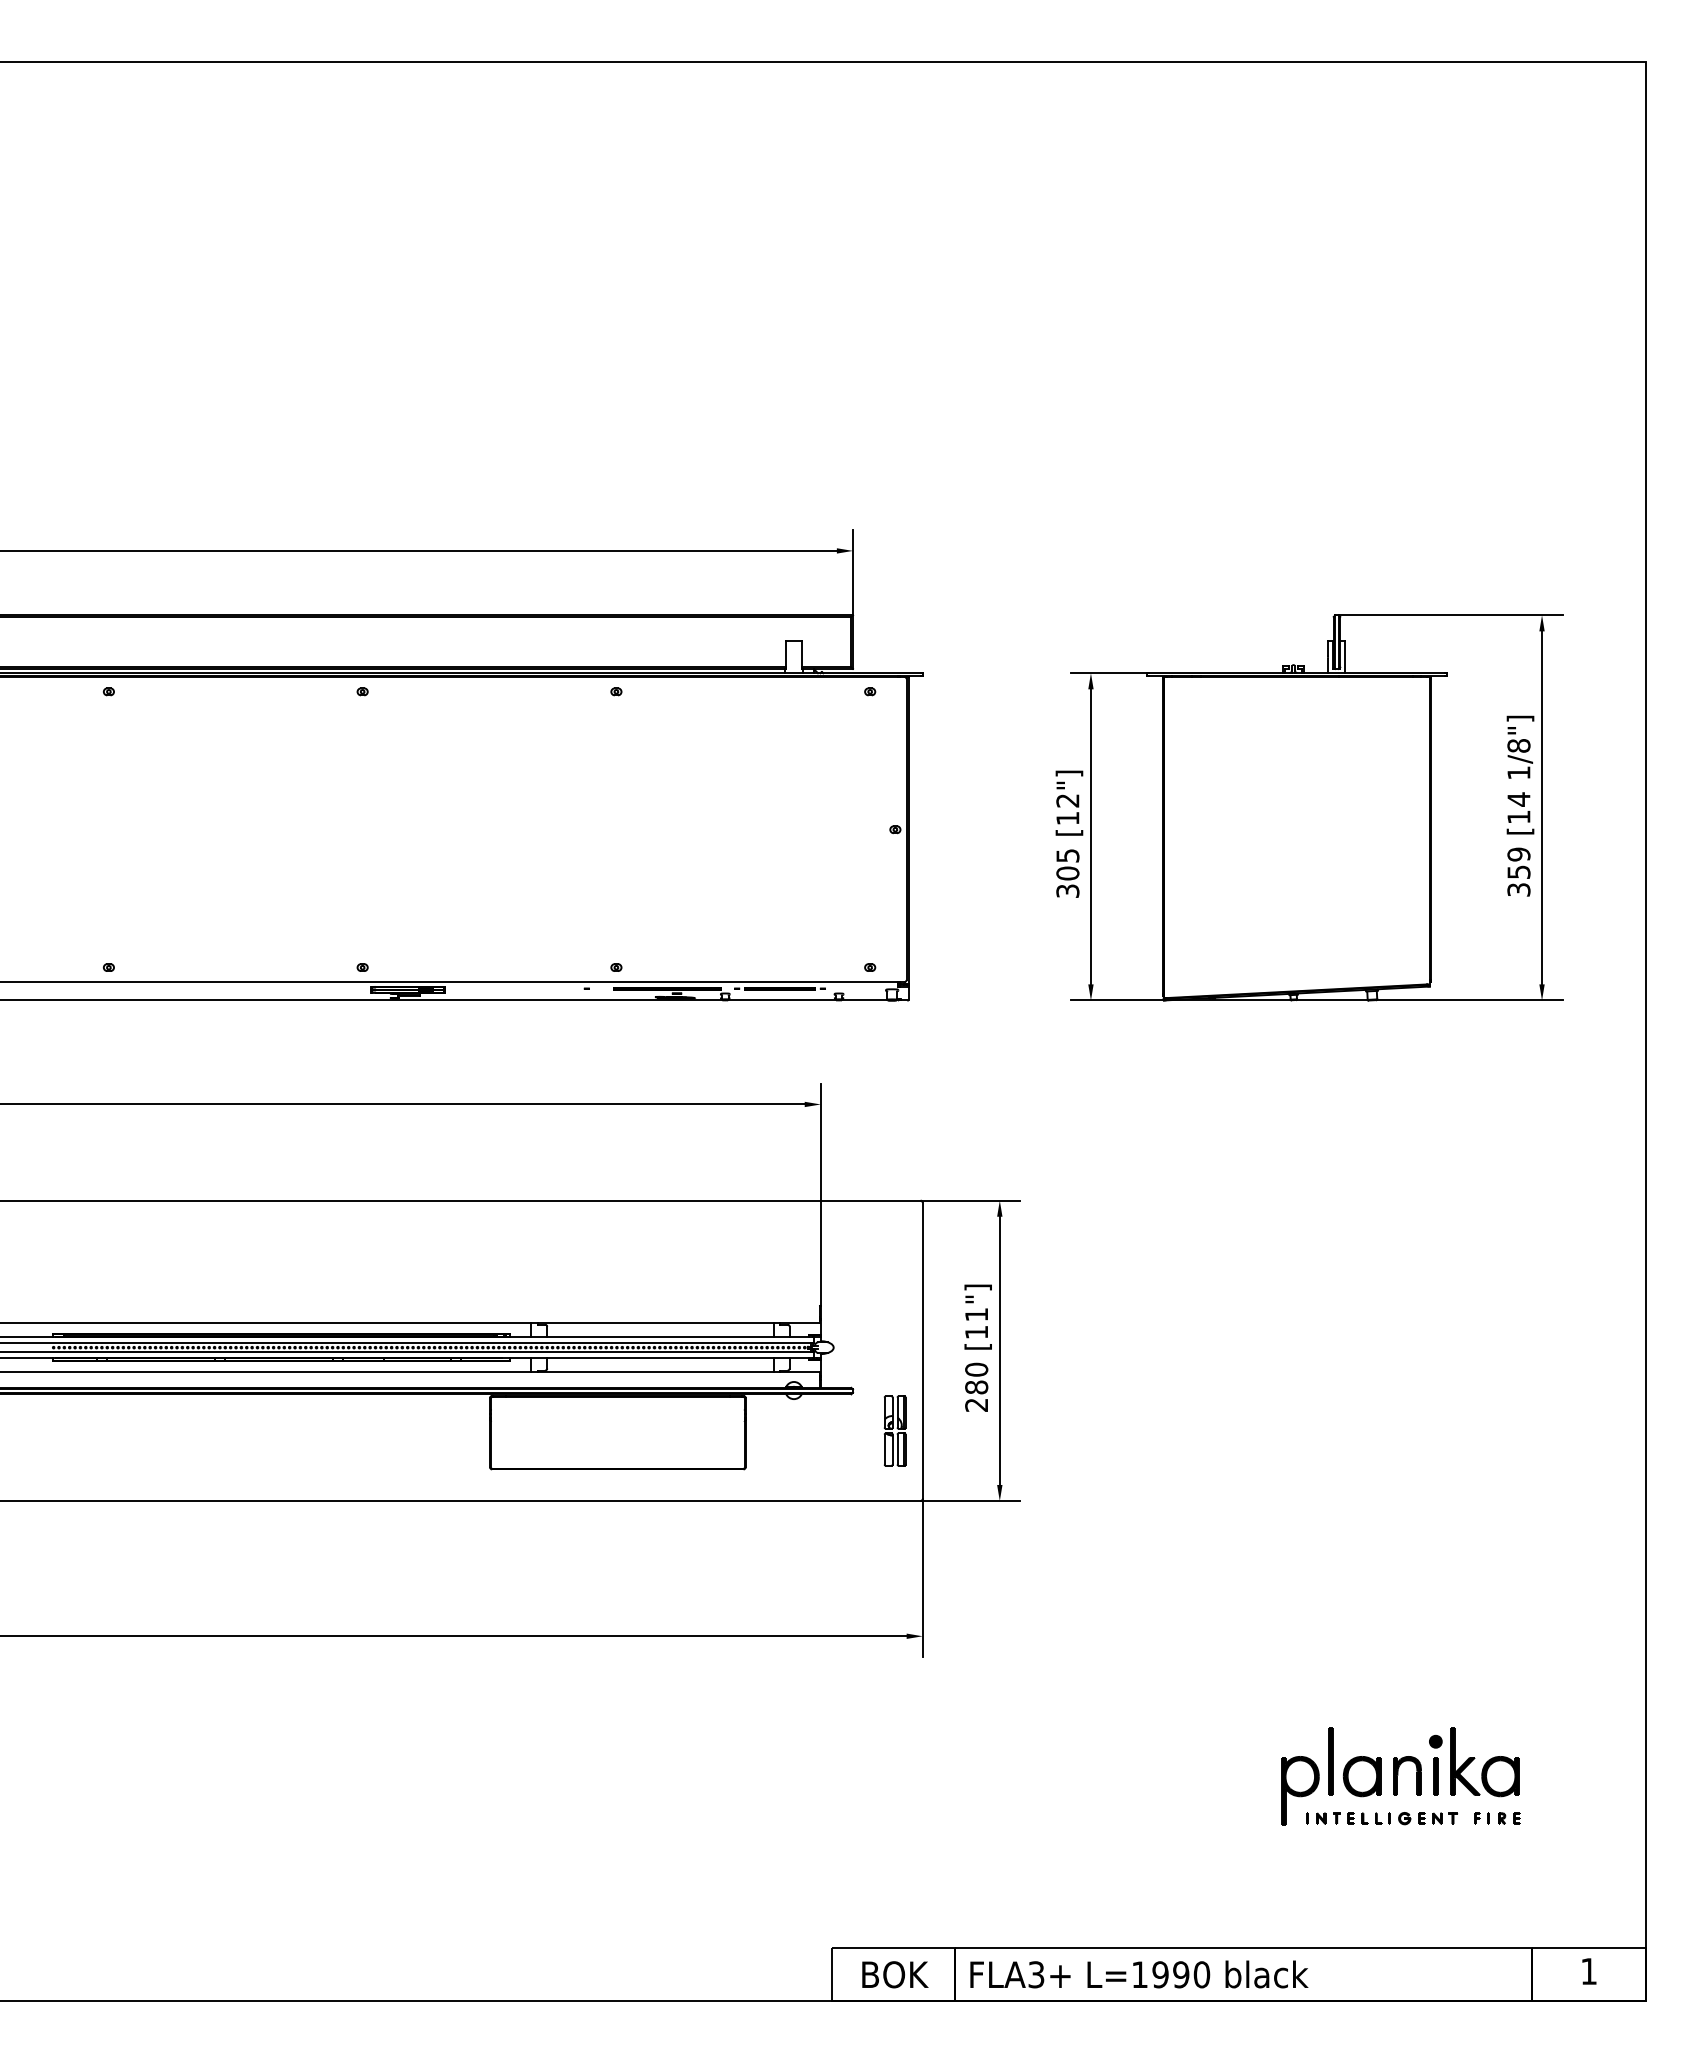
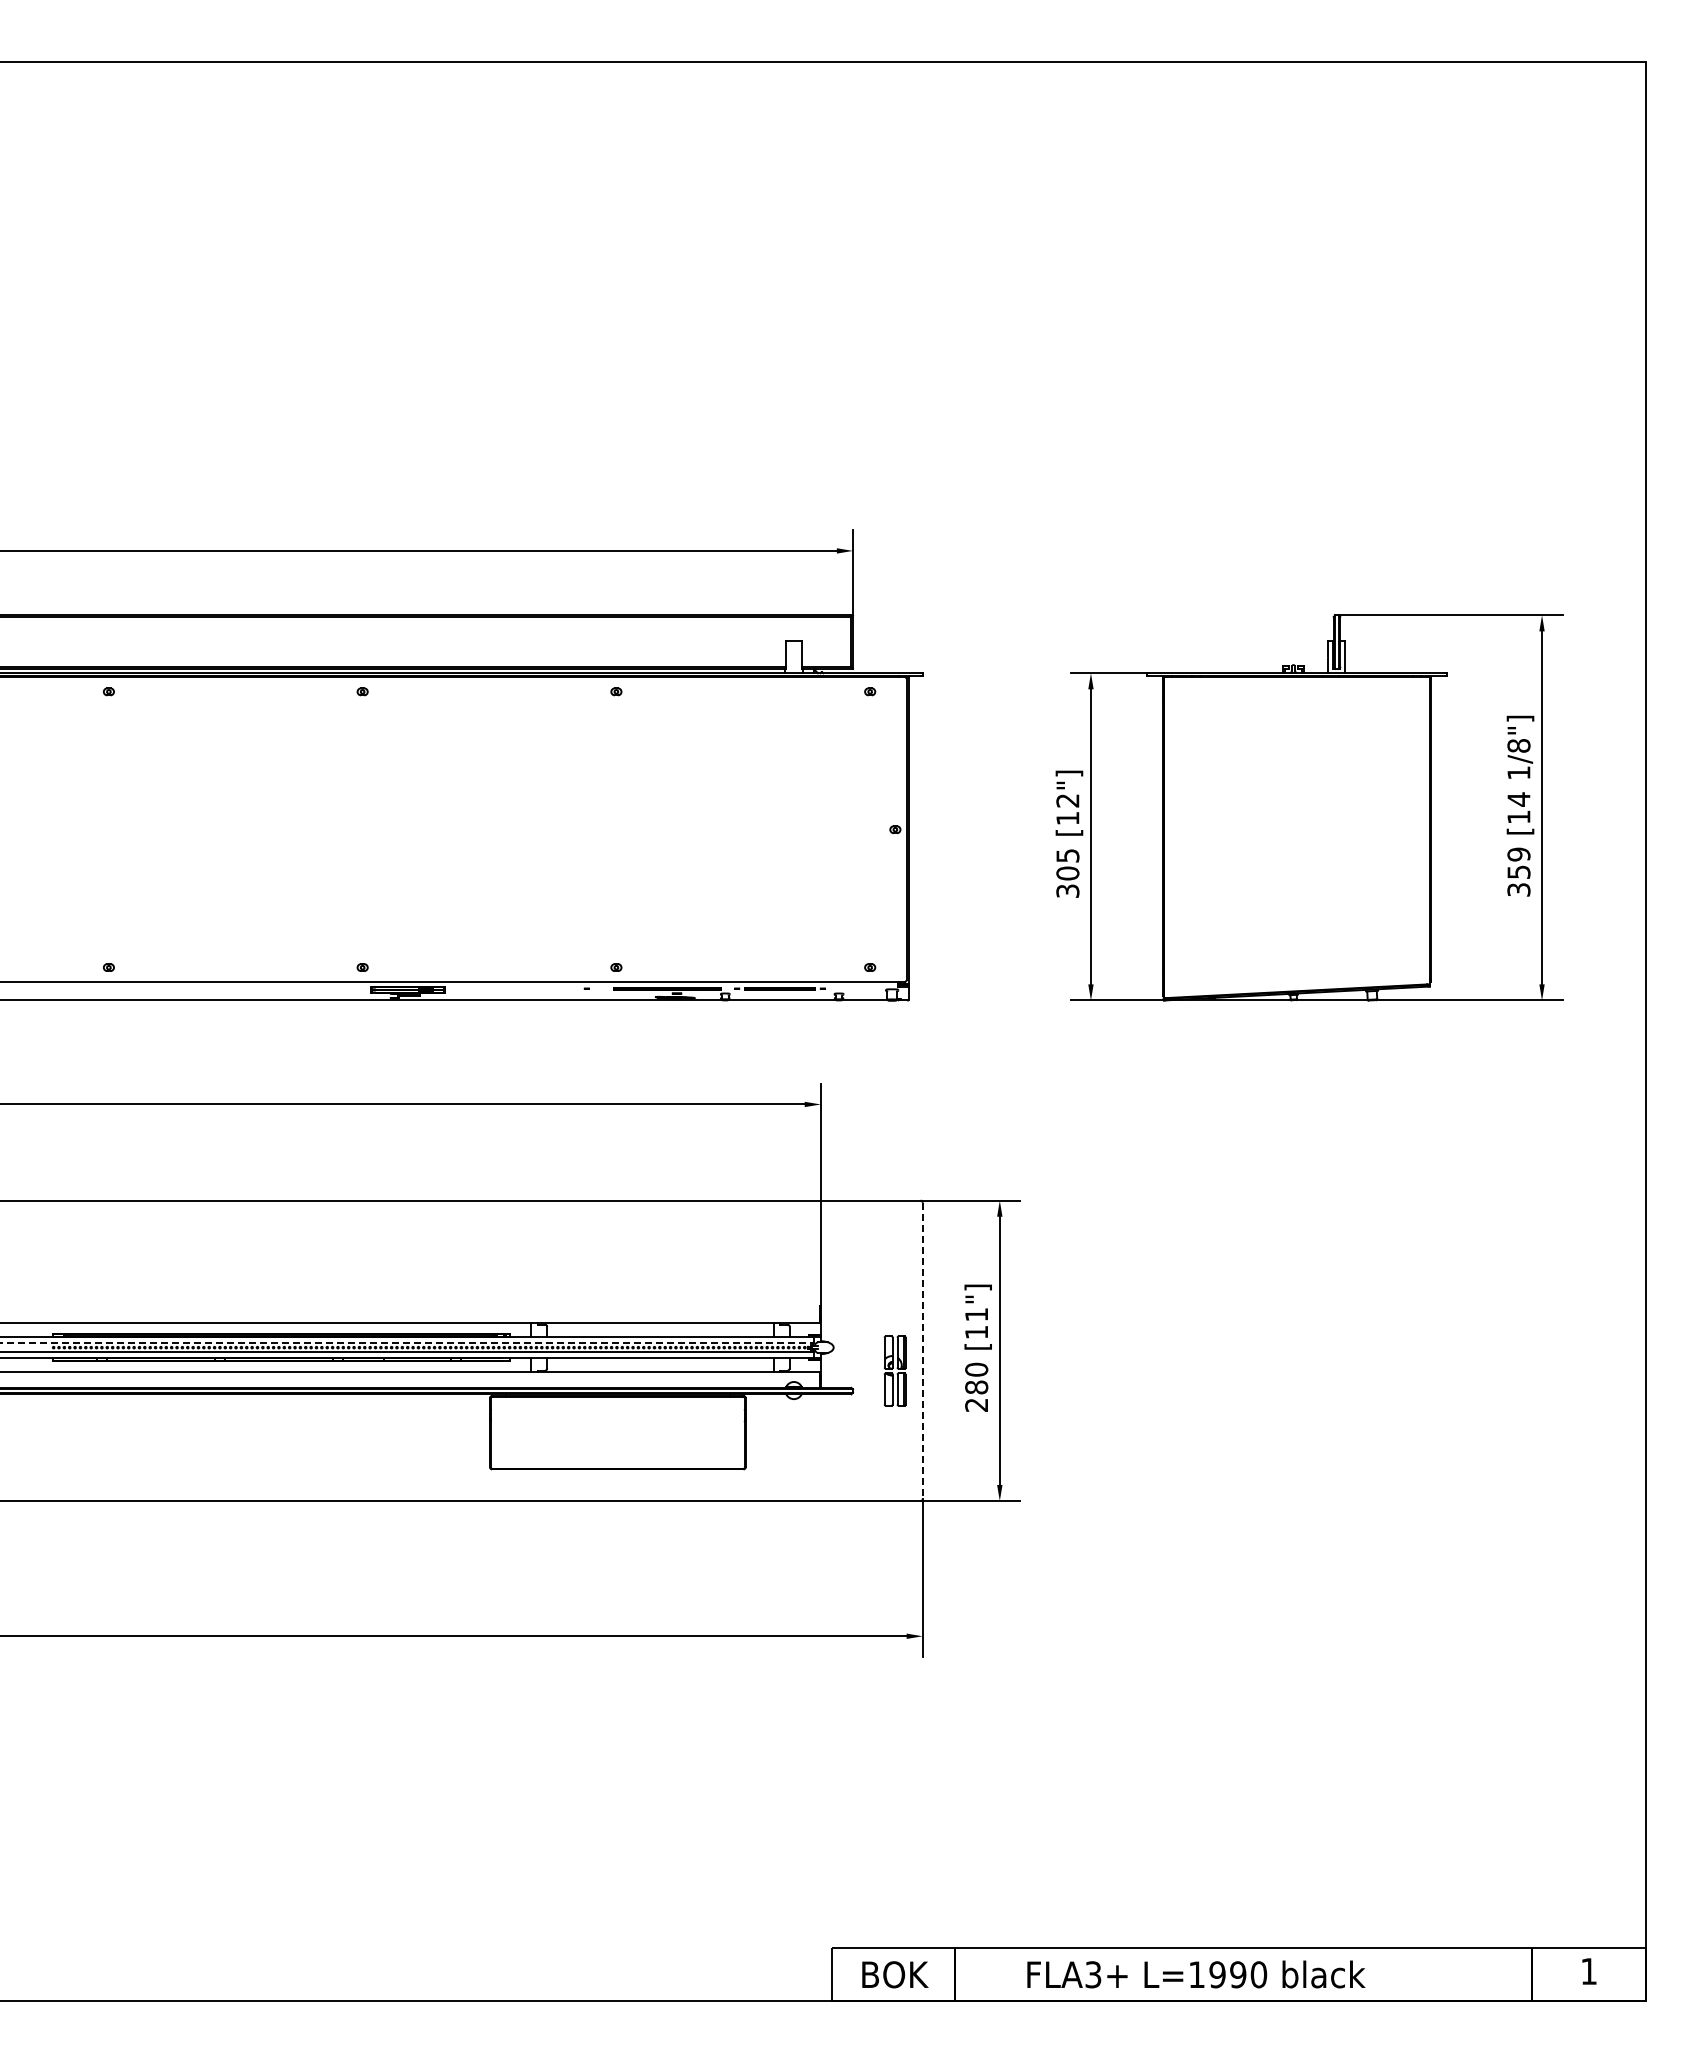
line at (407, 1342): solid -> dashed
line at (922, 1351): solid -> dashed
part at (895, 1430) position: (895, 1430) -> (895, 1370)
part at (1400, 1776): present -> none
text at (1139, 1974) position: (1139, 1974) -> (1196, 1974)
